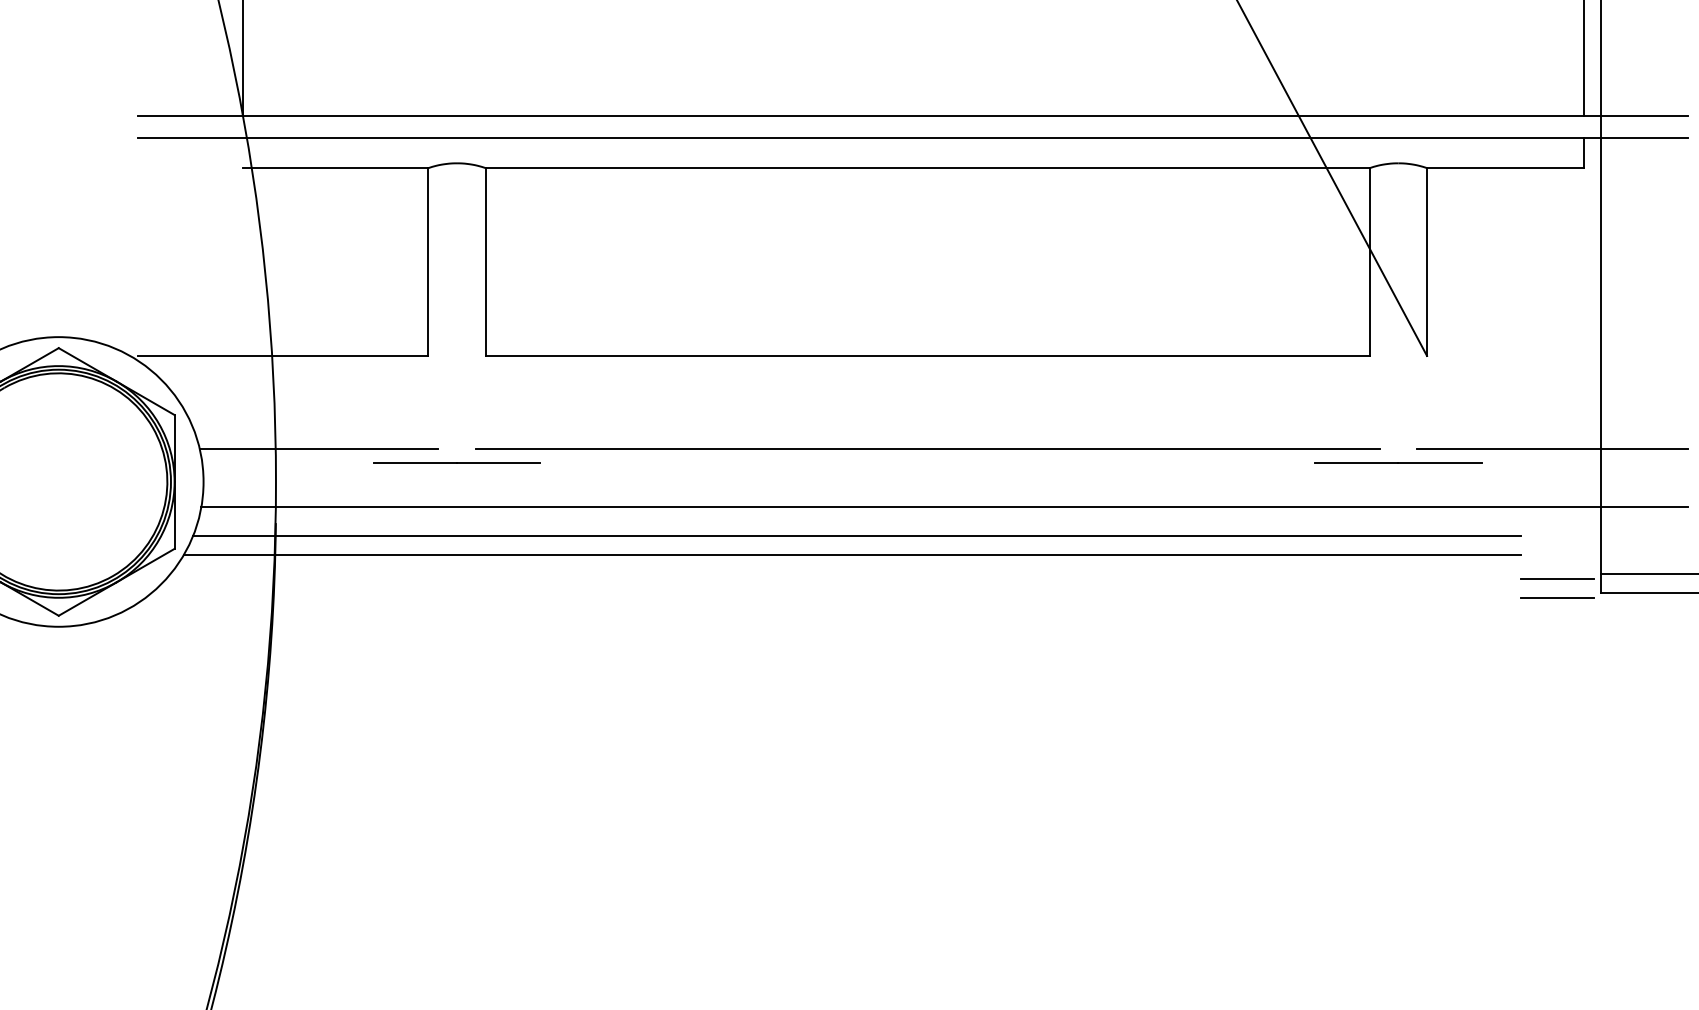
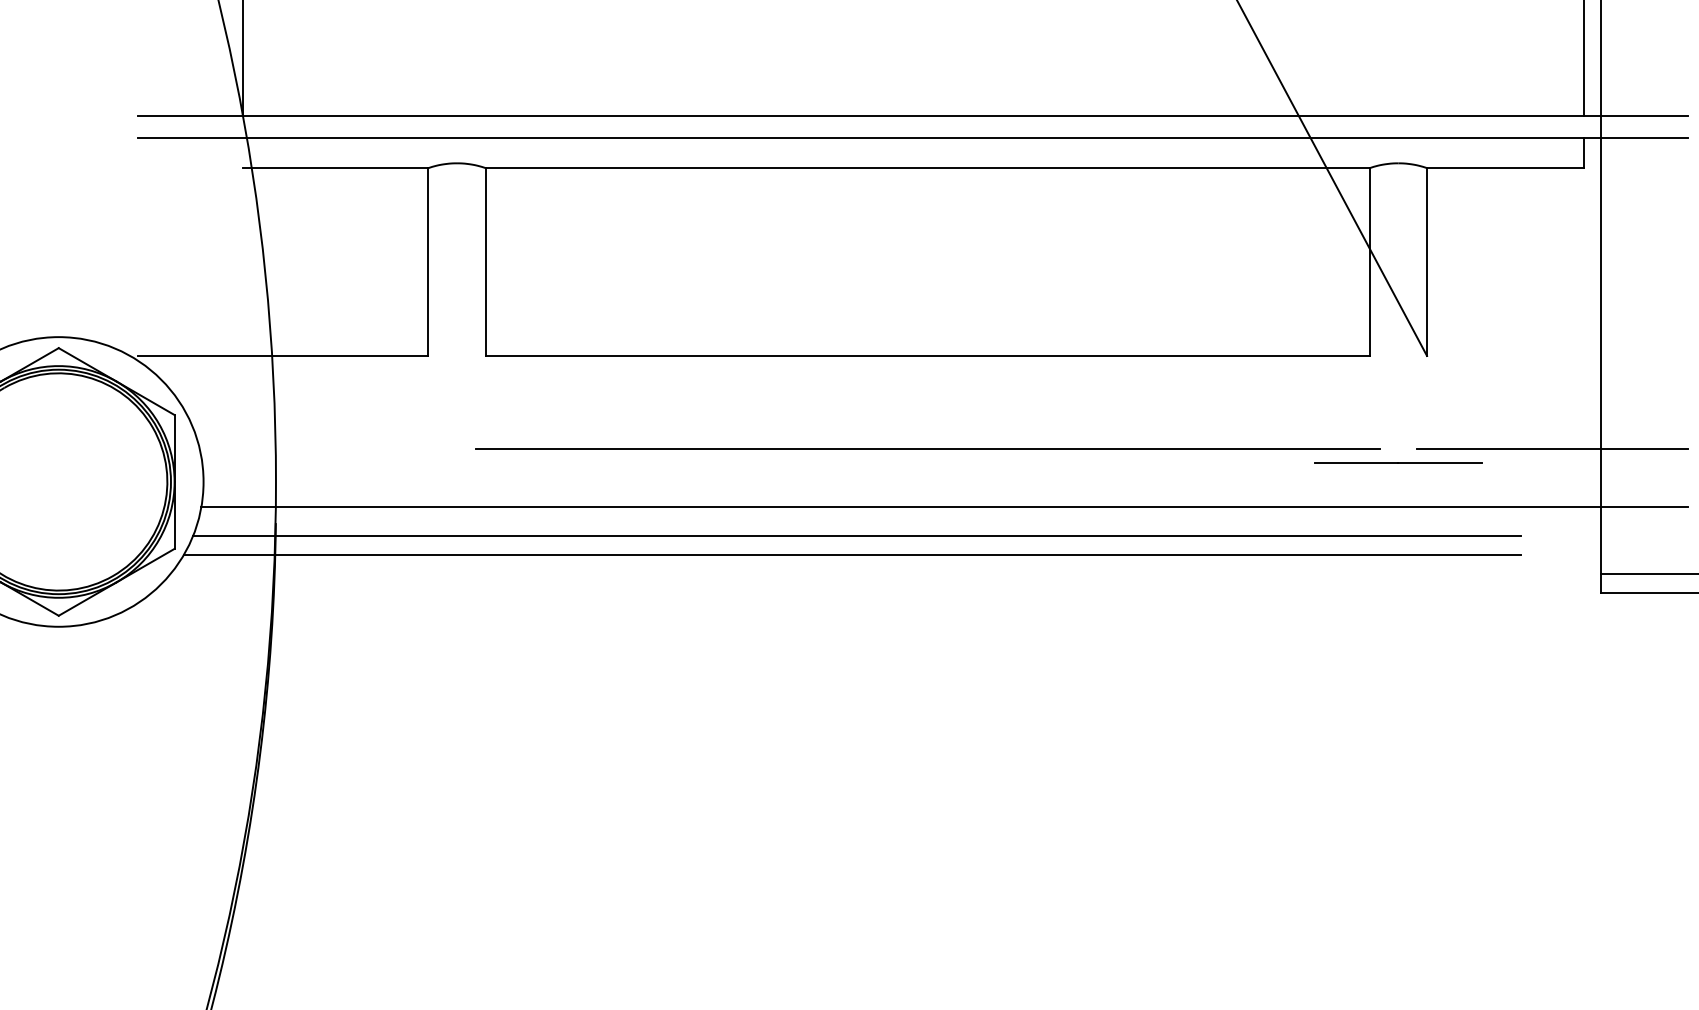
line at (318, 449): present -> none
line at (456, 462): present -> none
line at (1557, 578): present -> none
line at (1557, 598): present -> none
